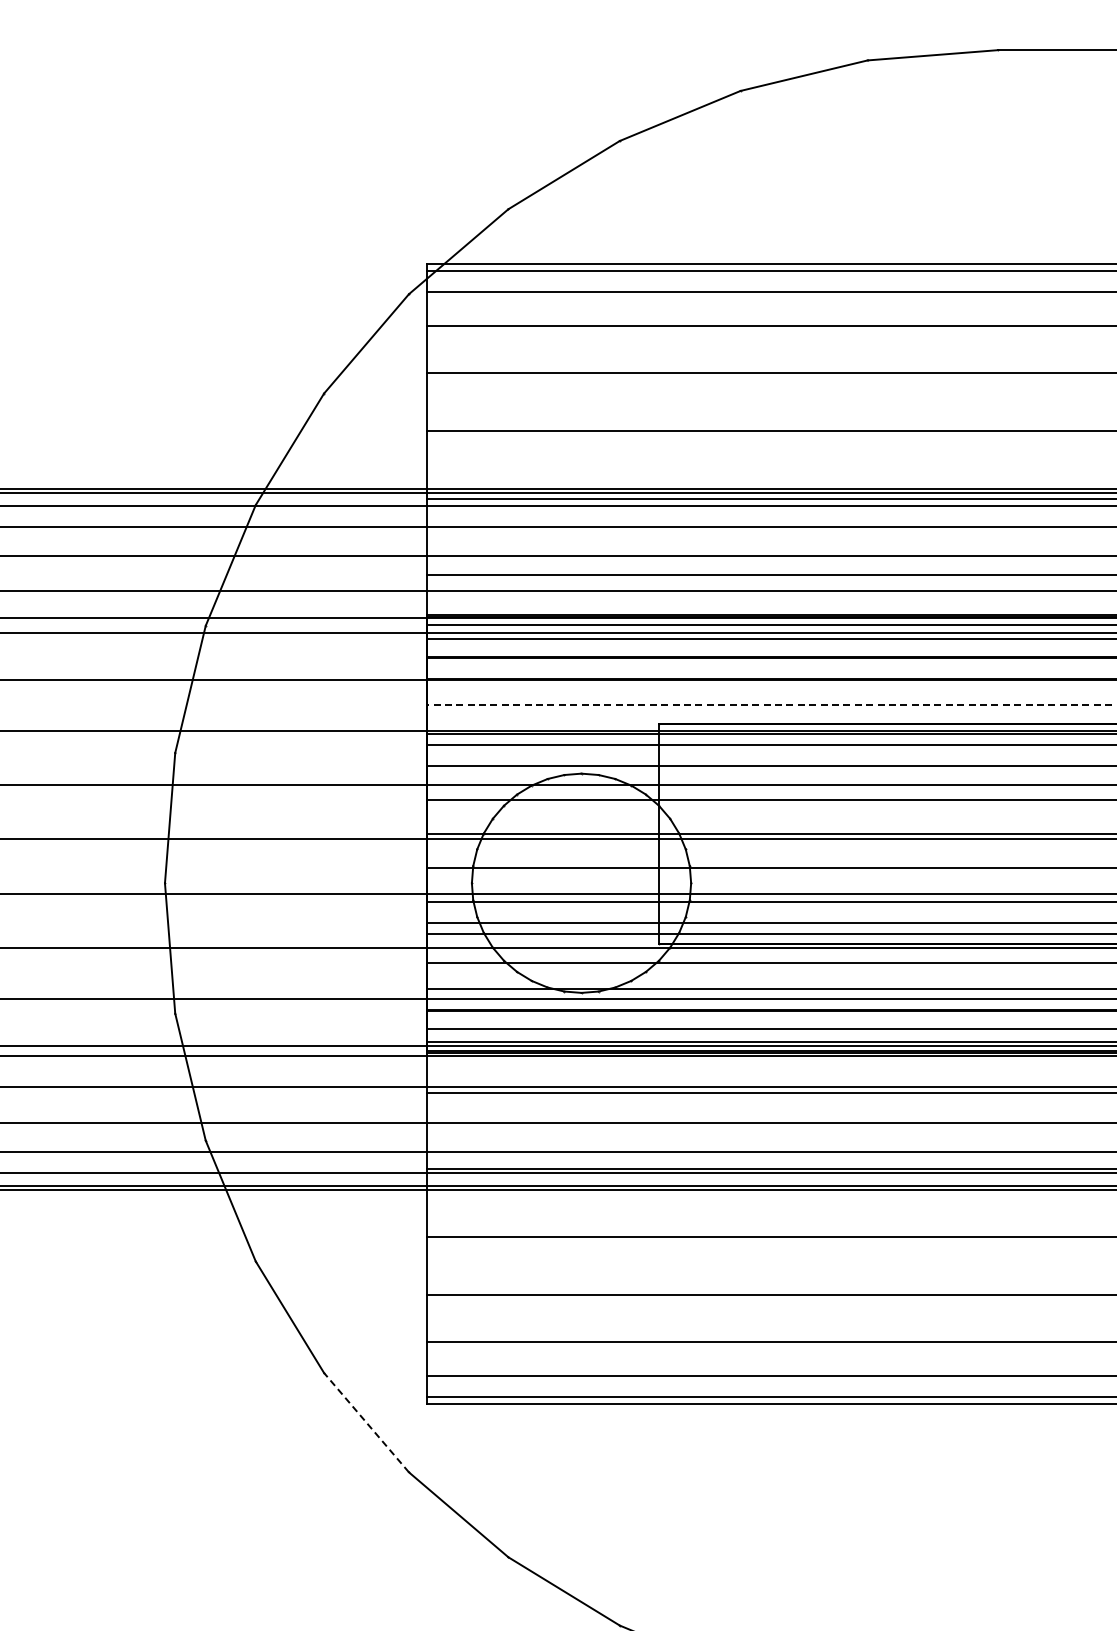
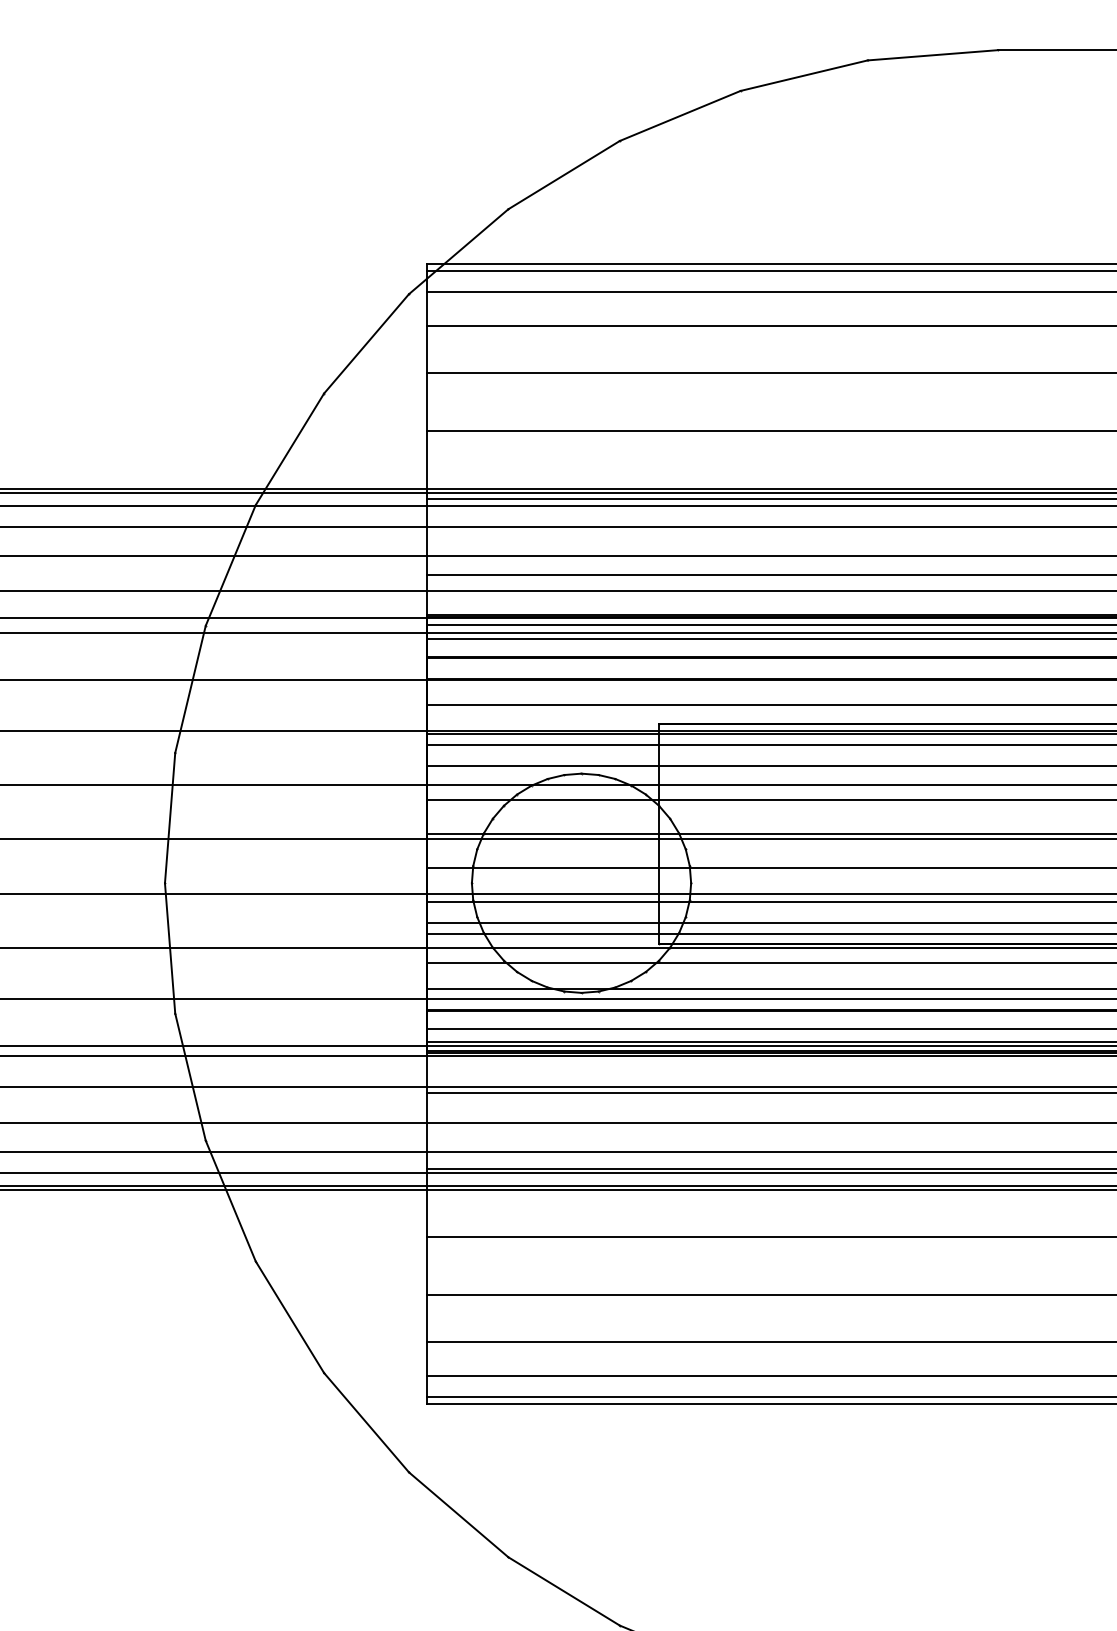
line at (771, 705): dashed -> solid
line at (366, 1422): dashed -> solid
